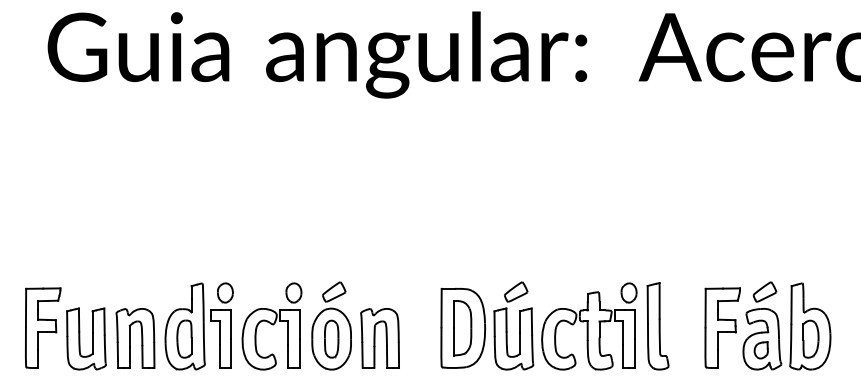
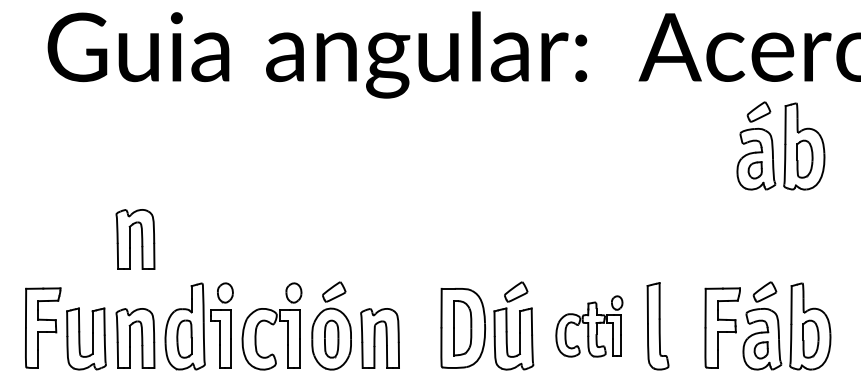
part at (780, 145): none -> present
part at (135, 239): none -> present
part at (589, 326) size: 97x89 px -> 69x63 px
